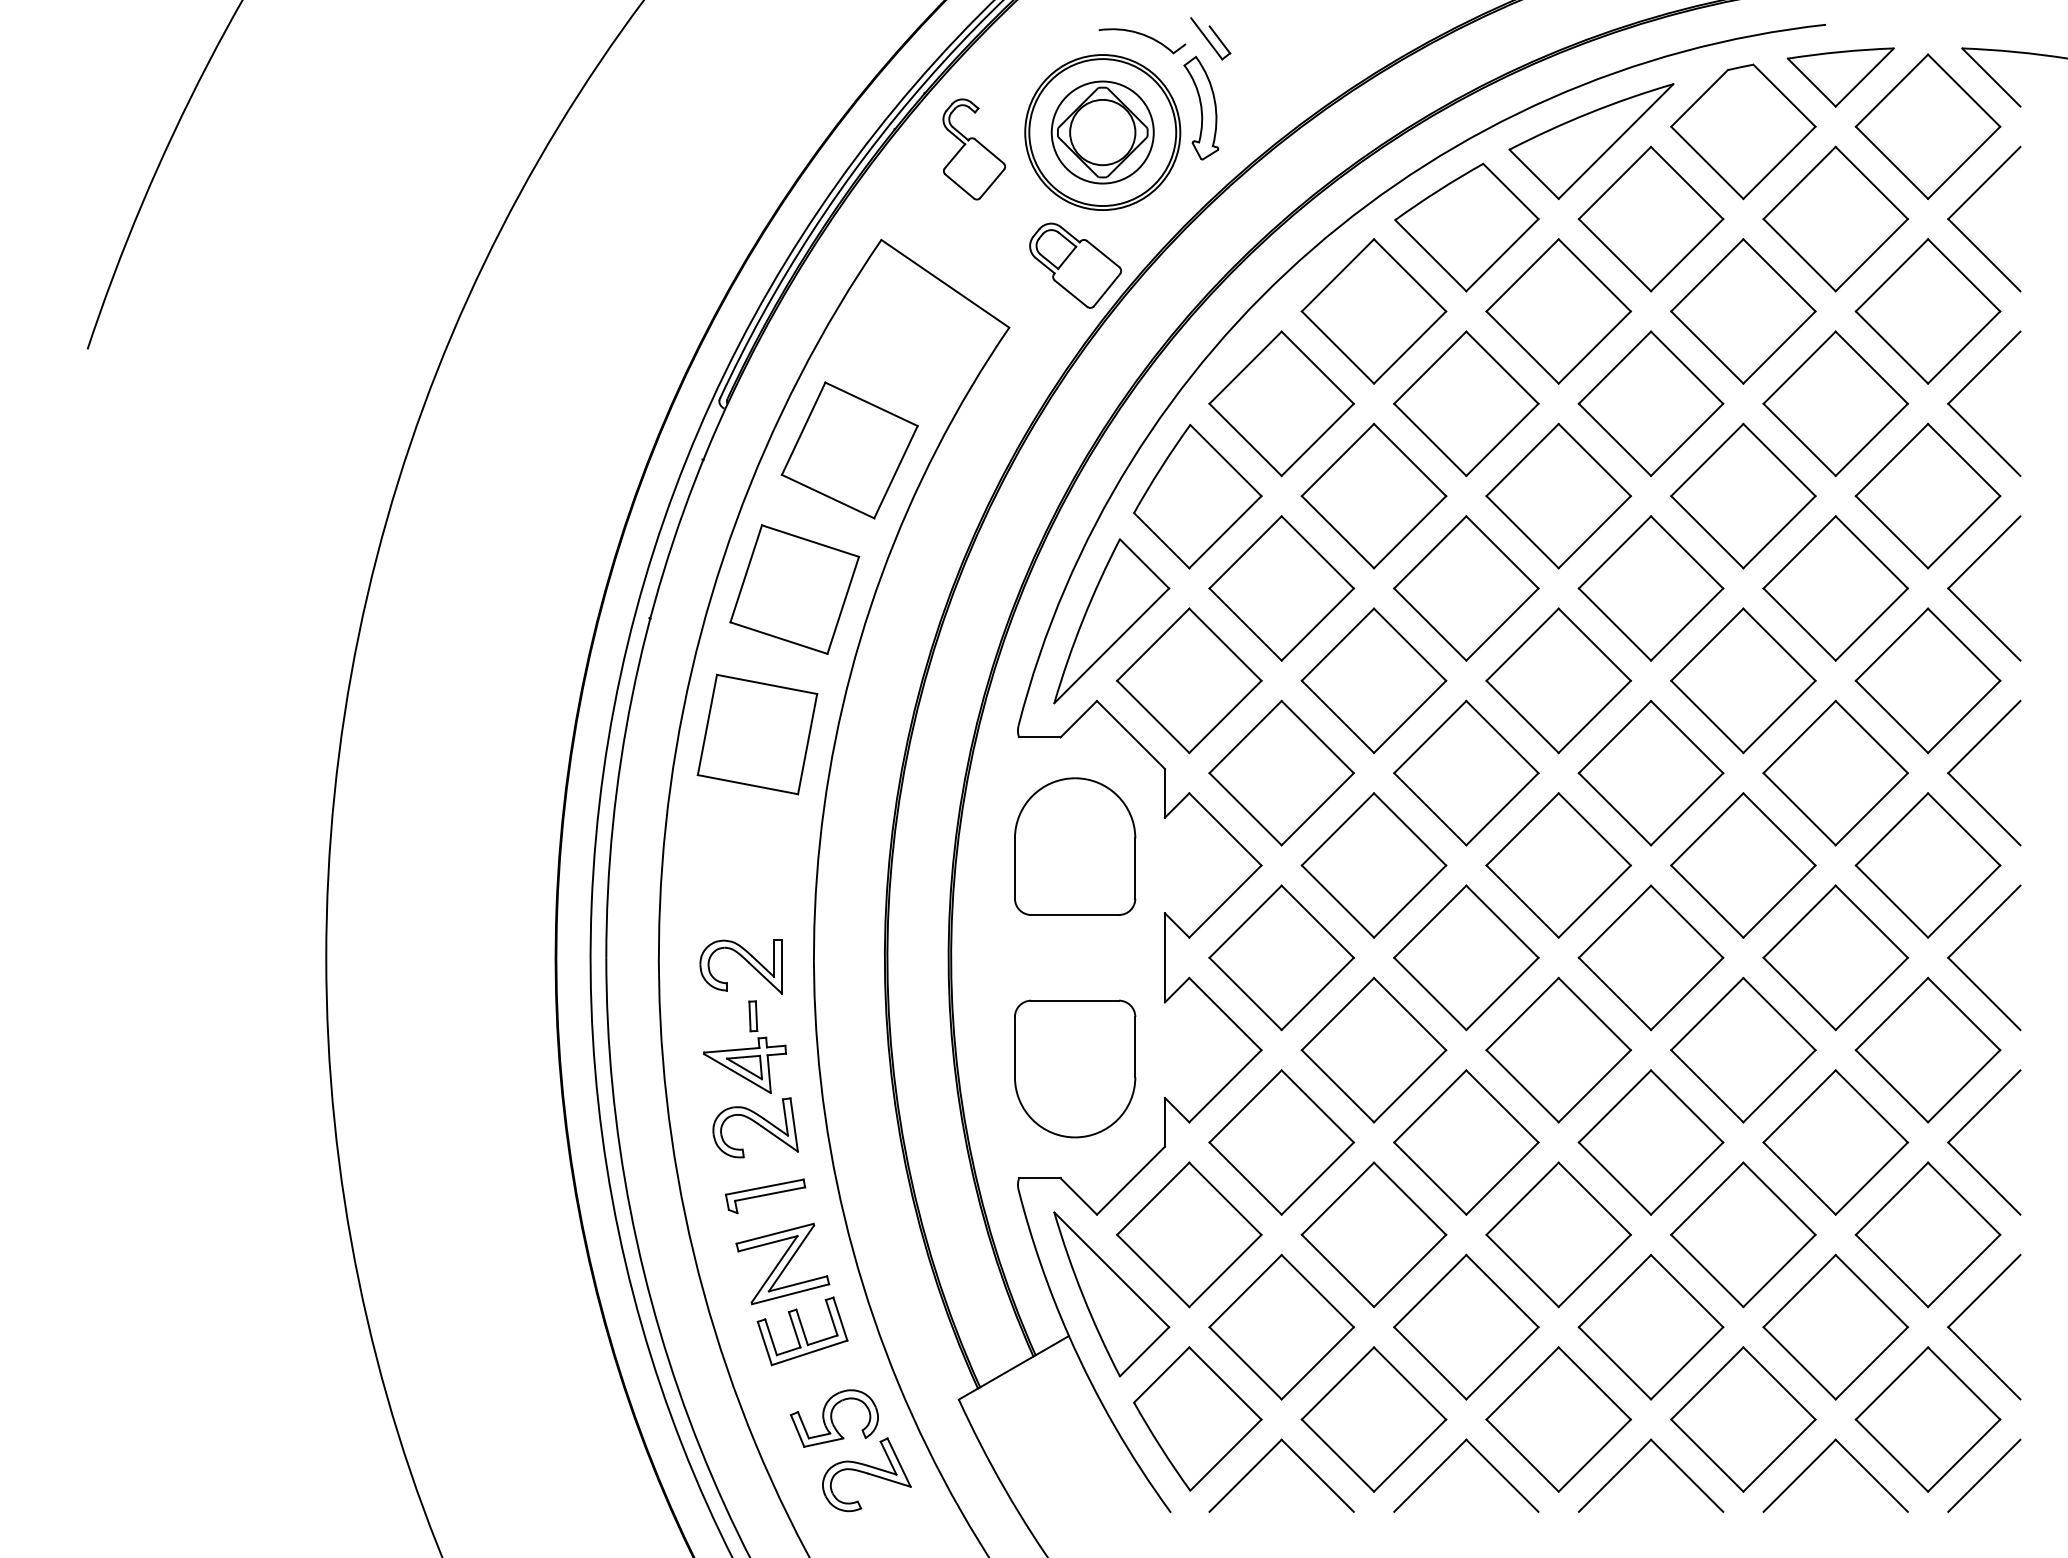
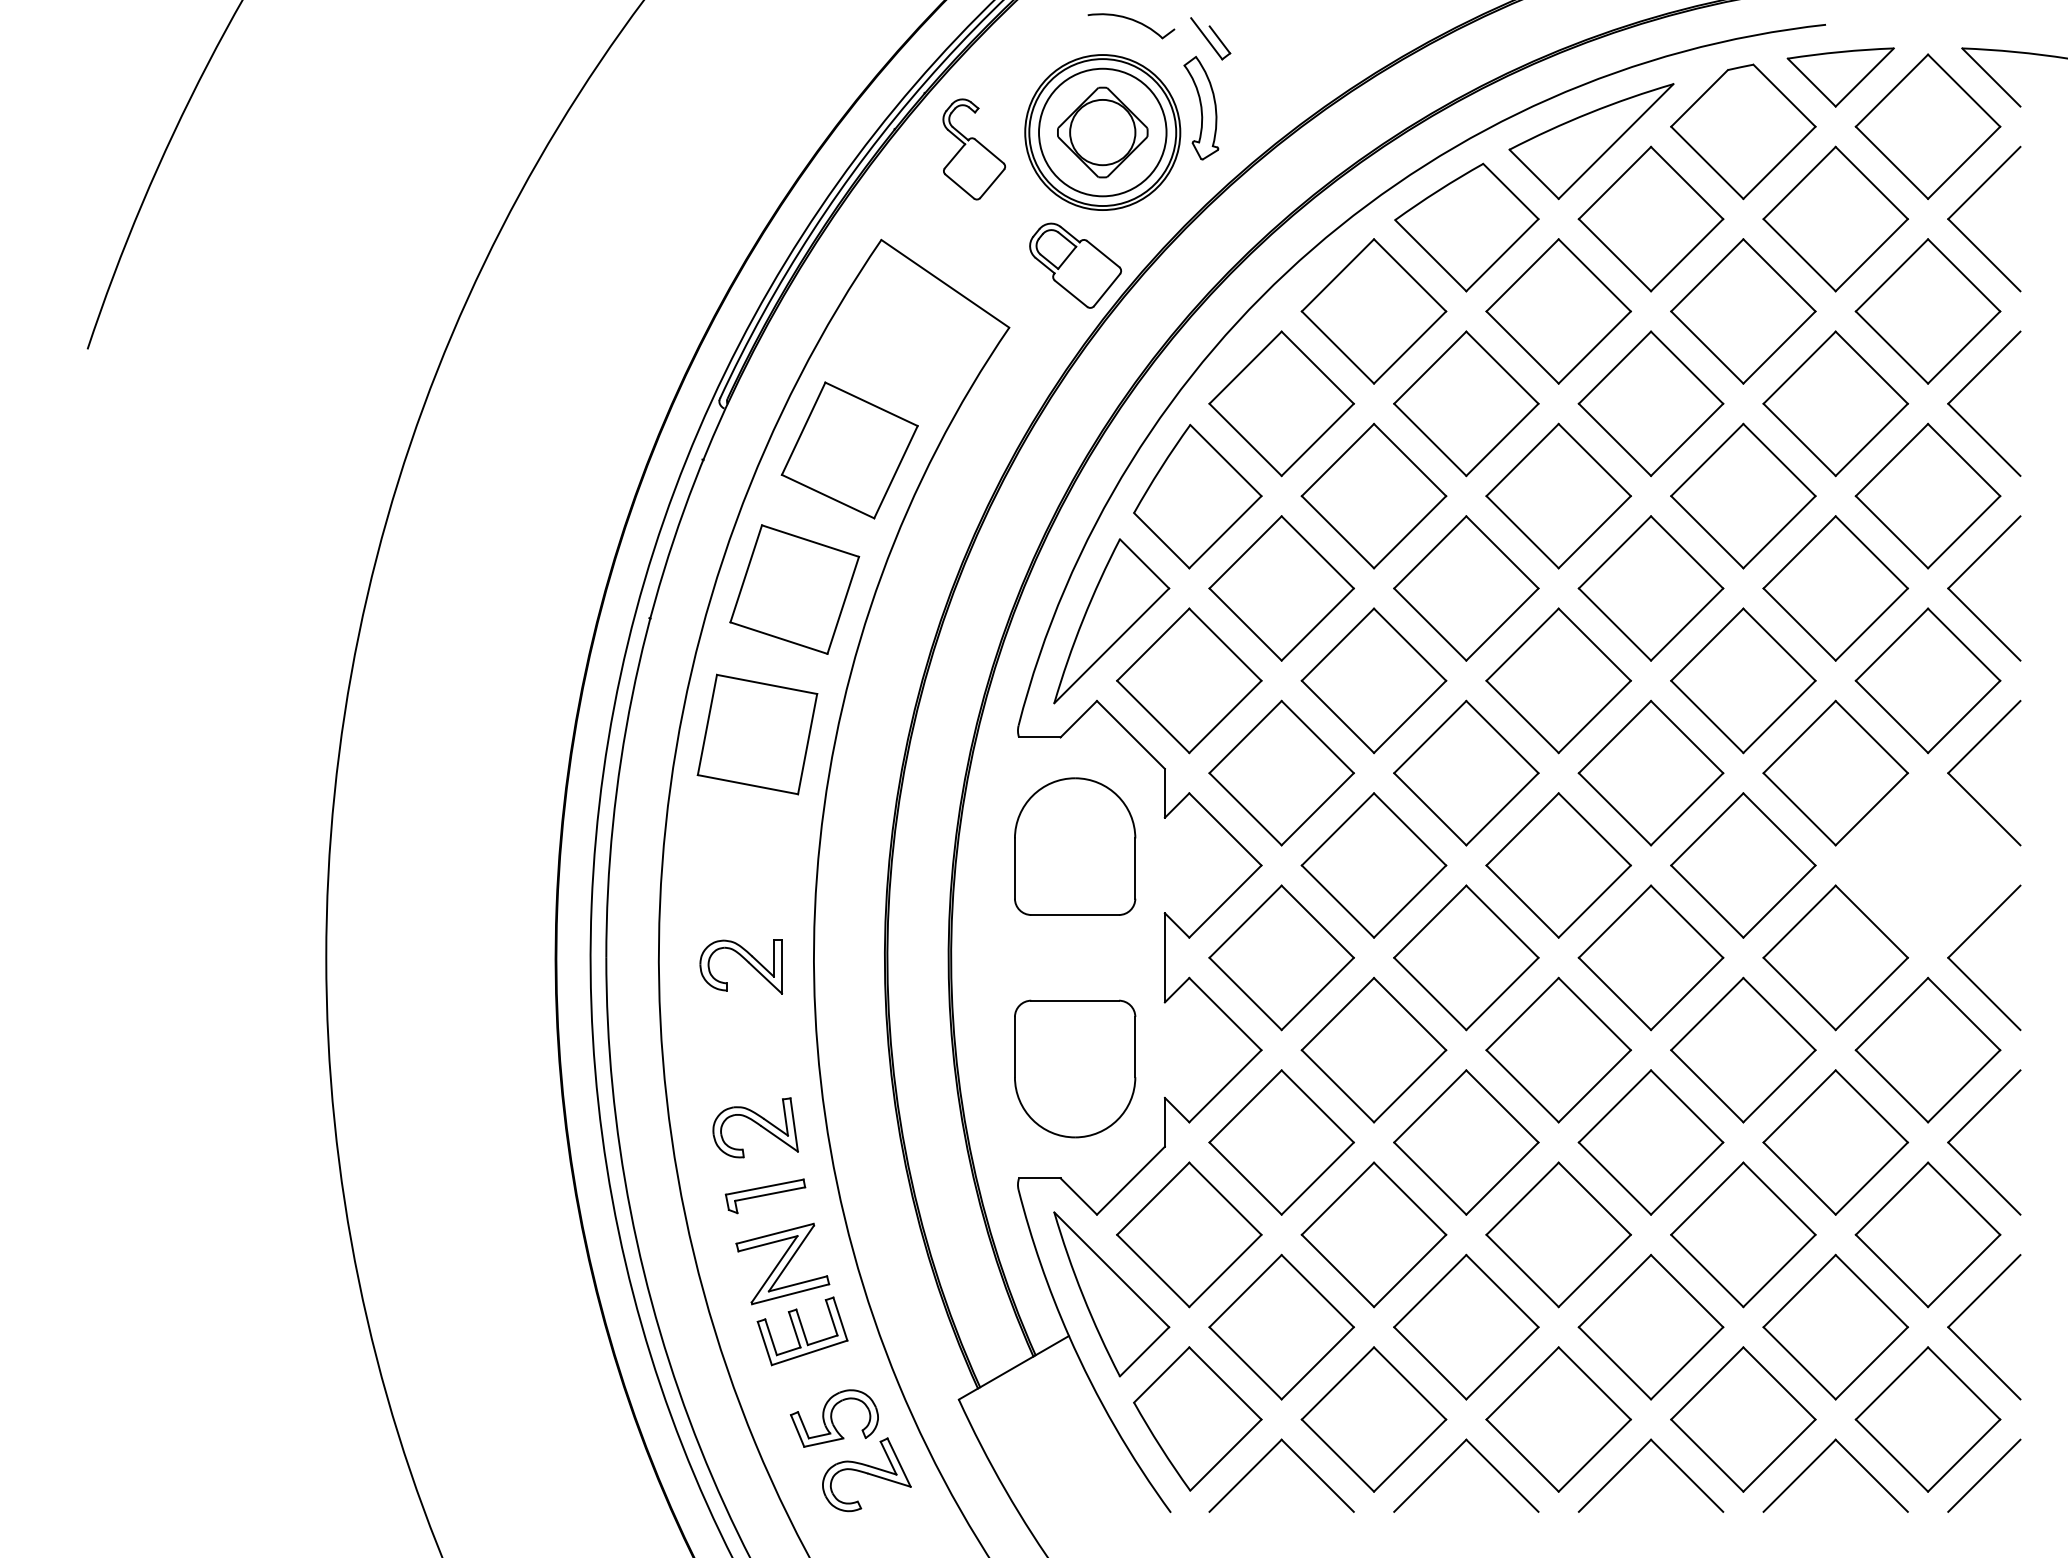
part at (1142, 41) position: (1142, 41) -> (1131, 26)
circle at (1102, 132) diameter: 102 px -> 128 px
part at (1927, 865): present -> none
part at (744, 1046): present -> none
